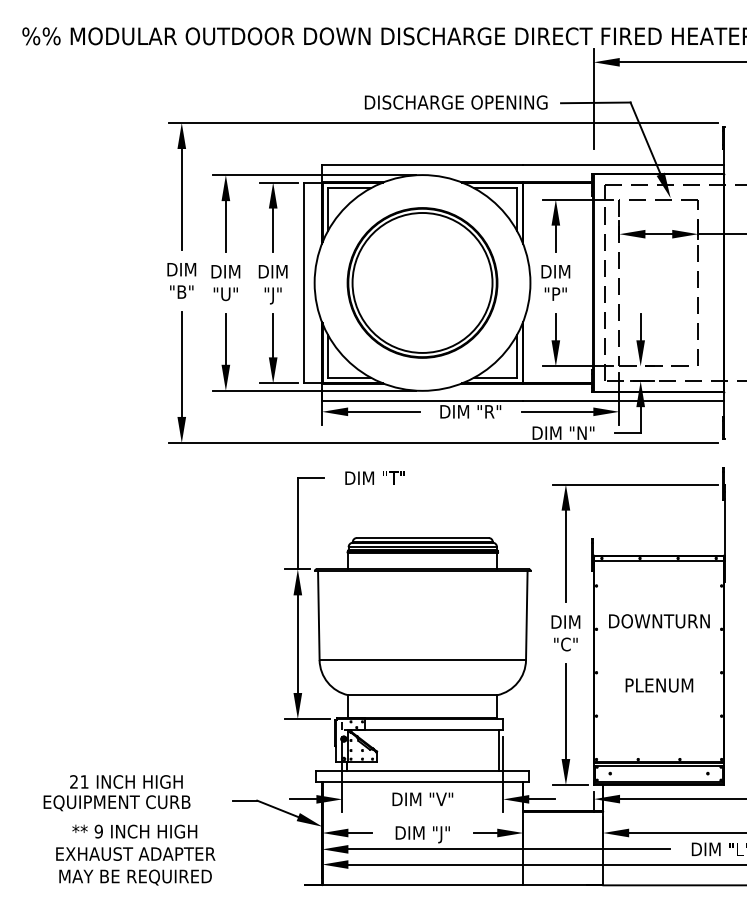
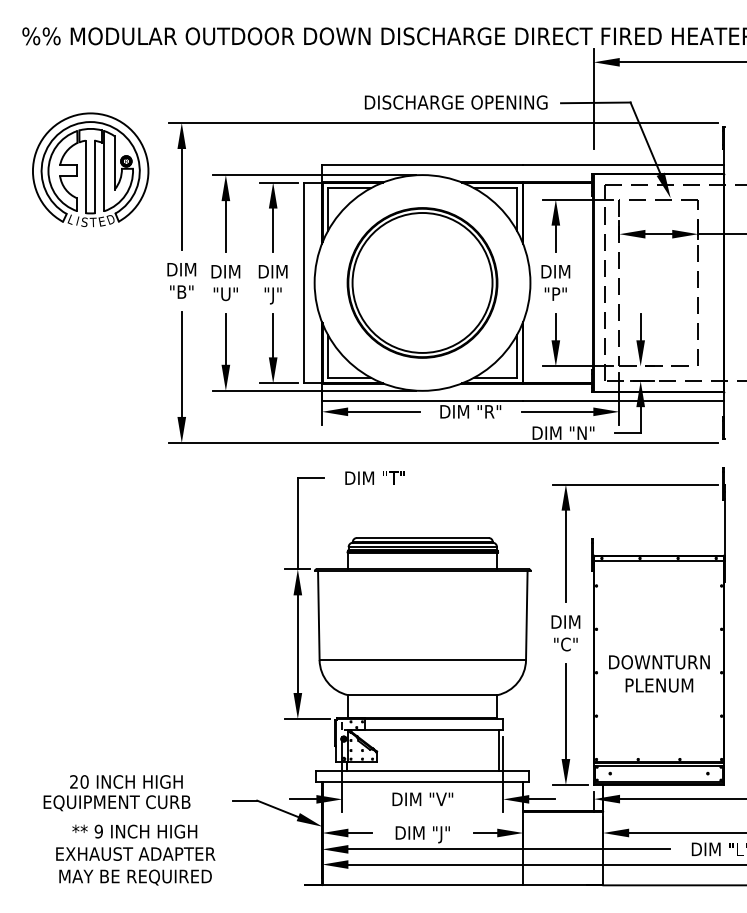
part at (90, 169): none -> present
text at (659, 621) position: (659, 621) -> (659, 662)
text at (84, 781): 21 -> 20
